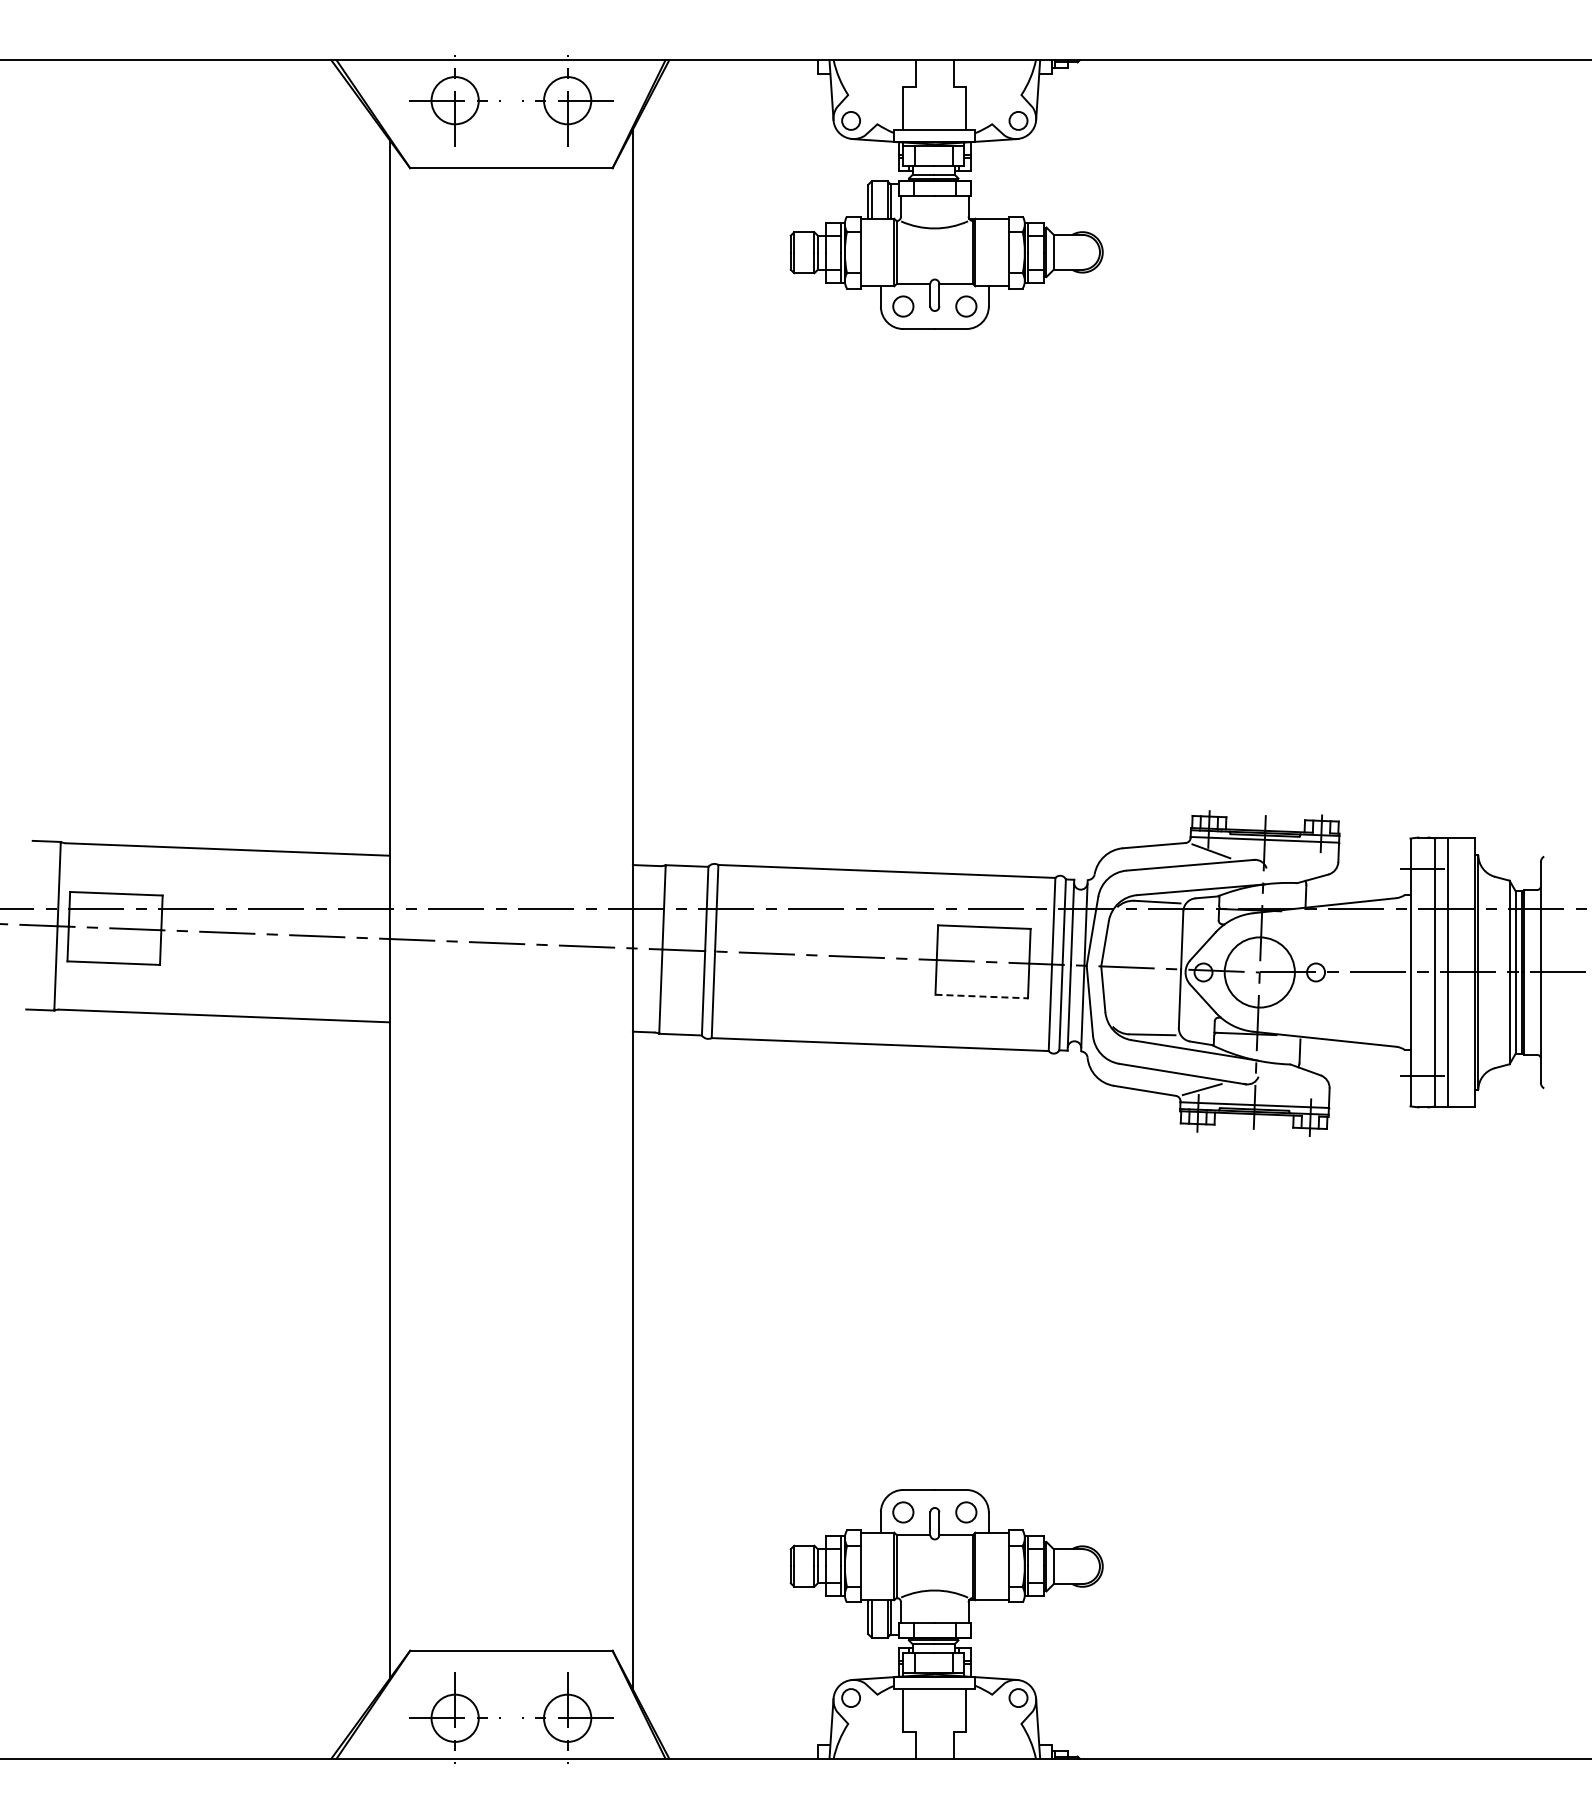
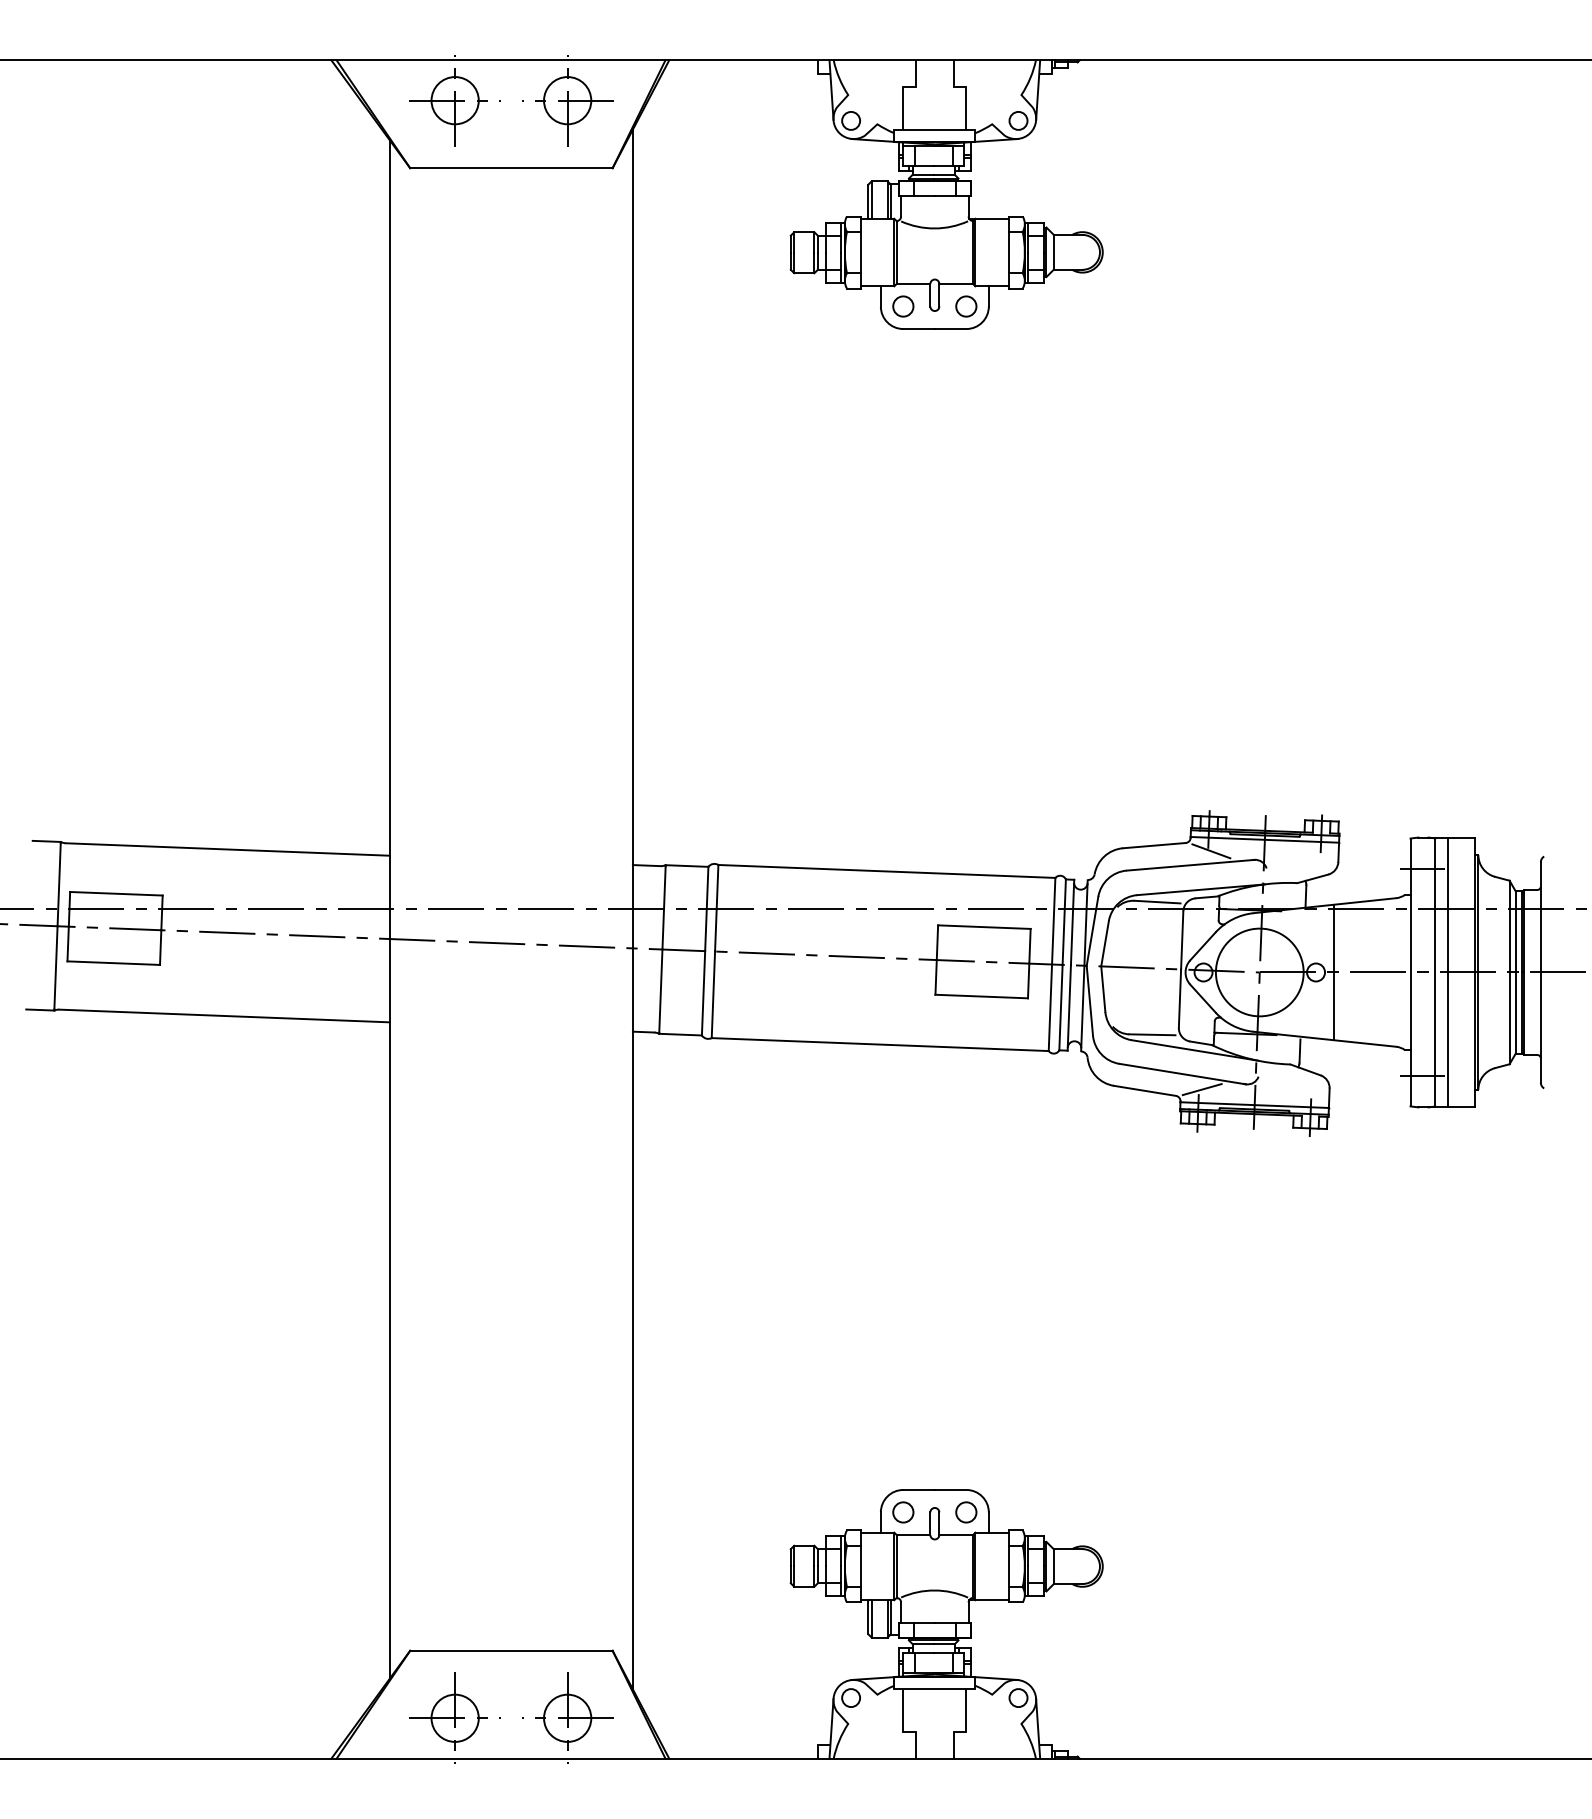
circle at (1259, 972) diameter: 70 px -> 88 px
line at (1334, 972): none -> present
line at (982, 996): dashed -> solid
